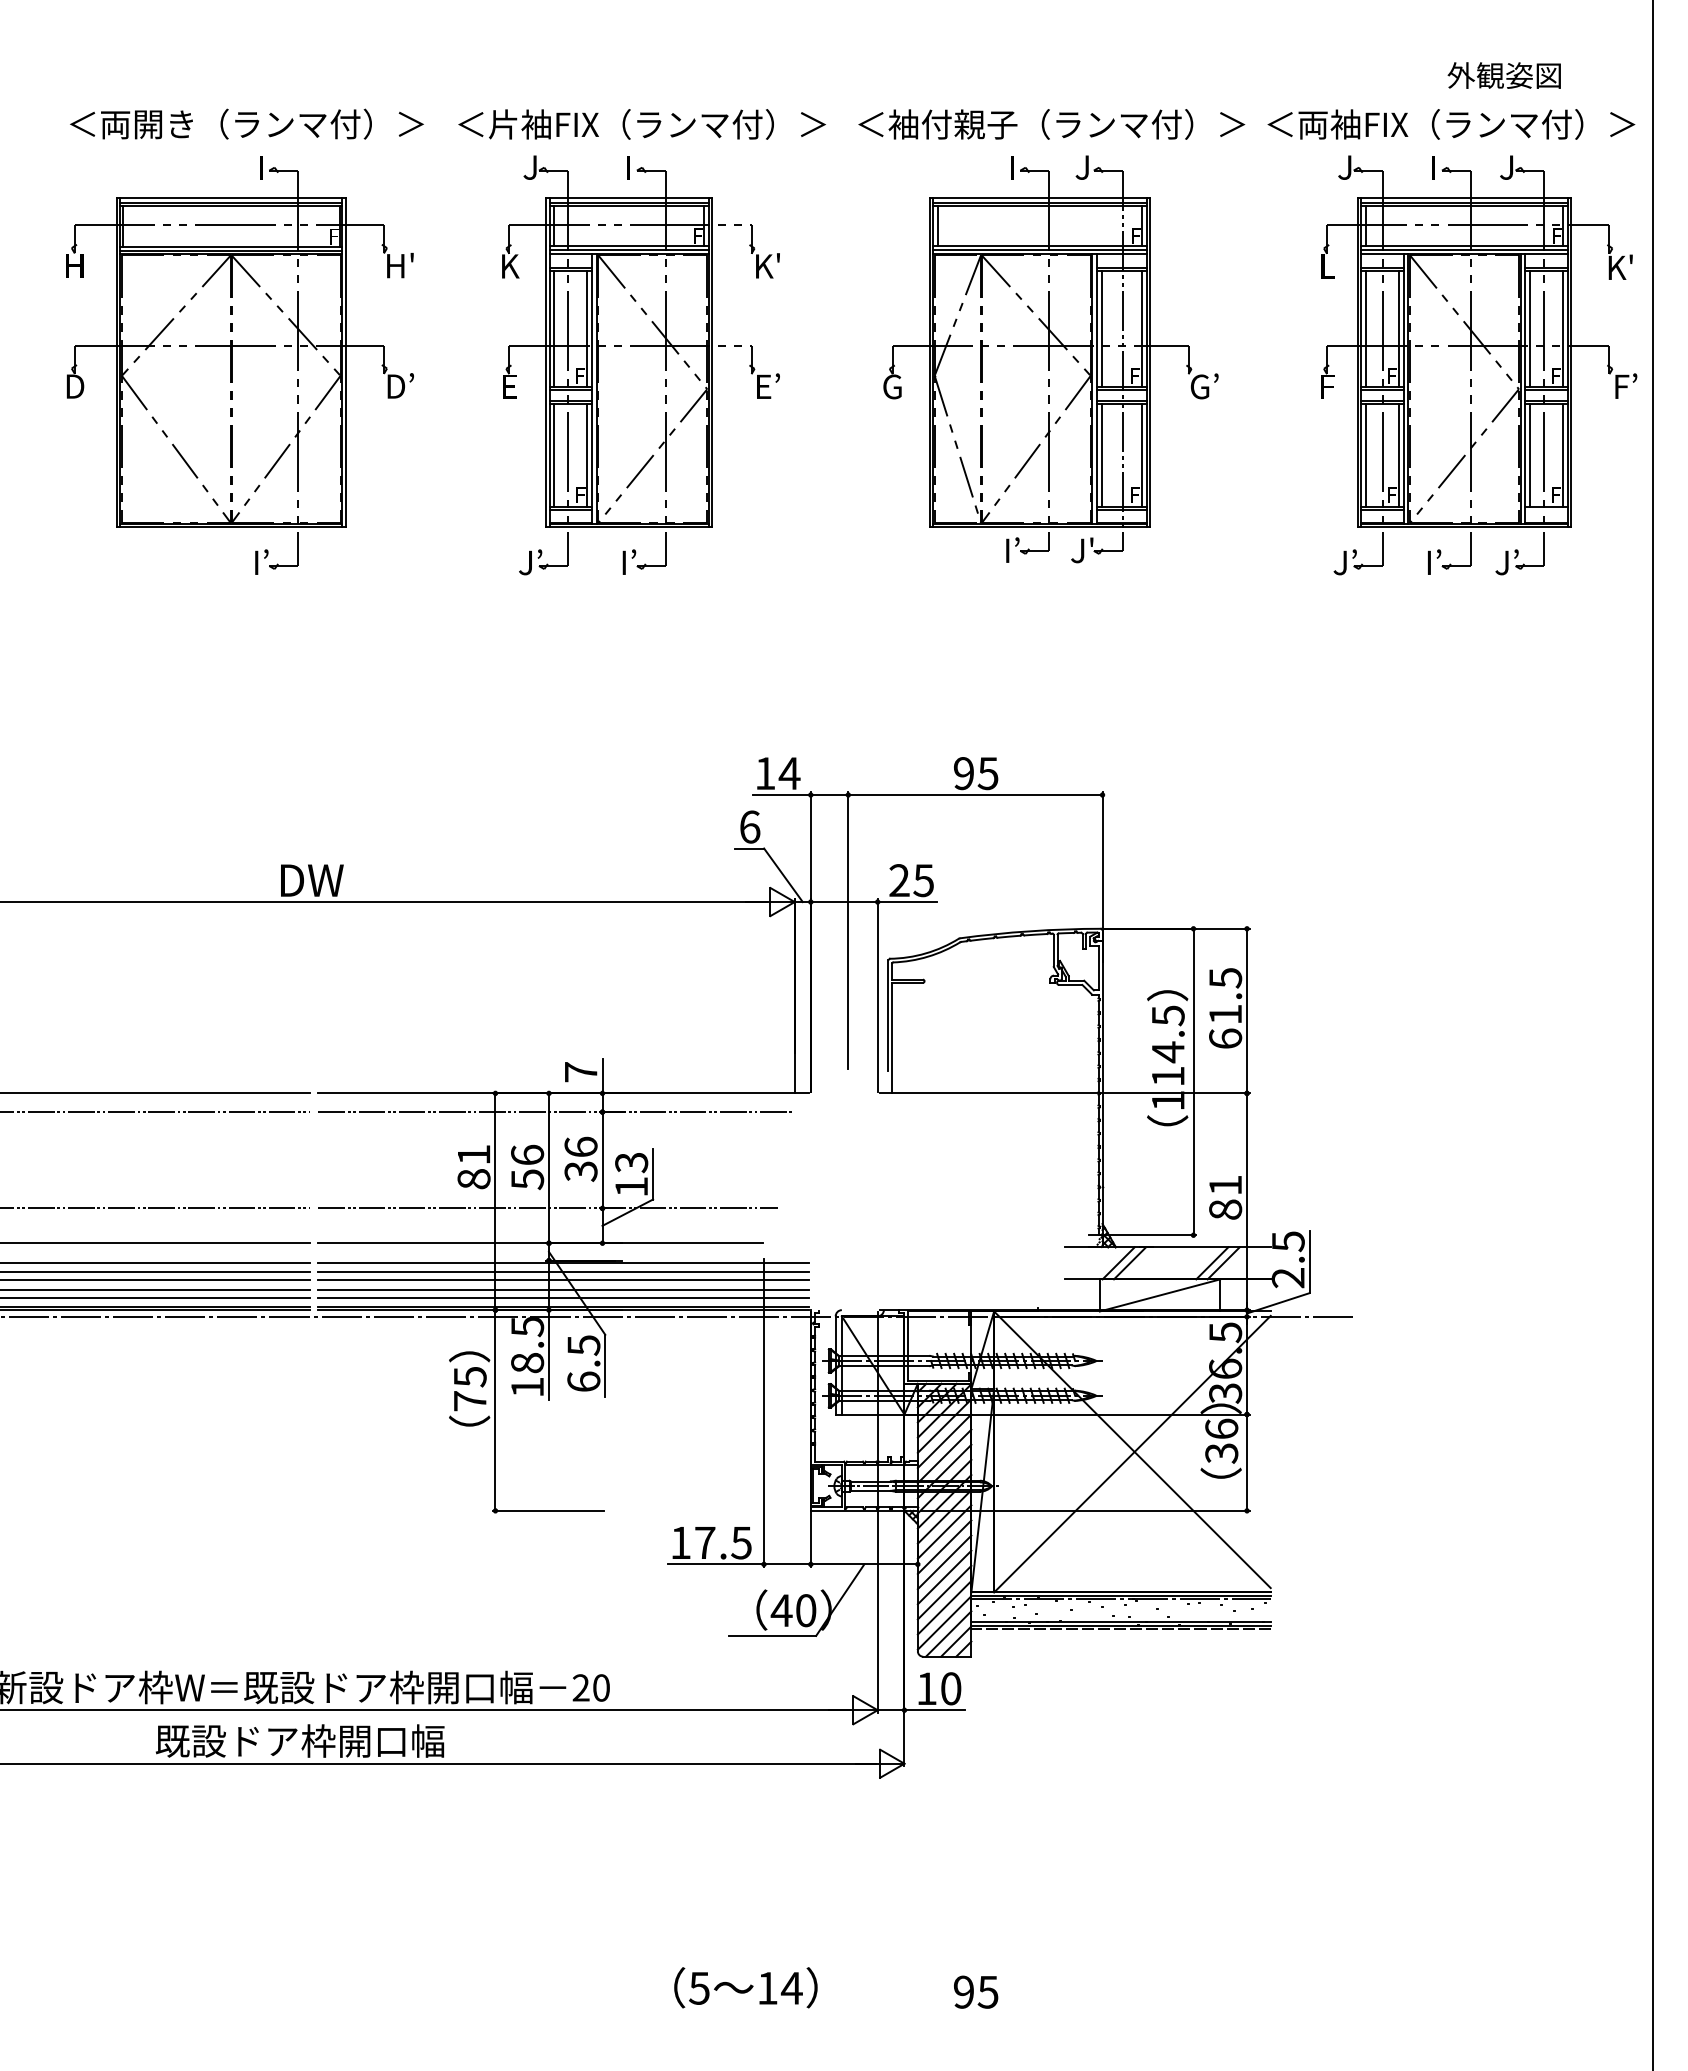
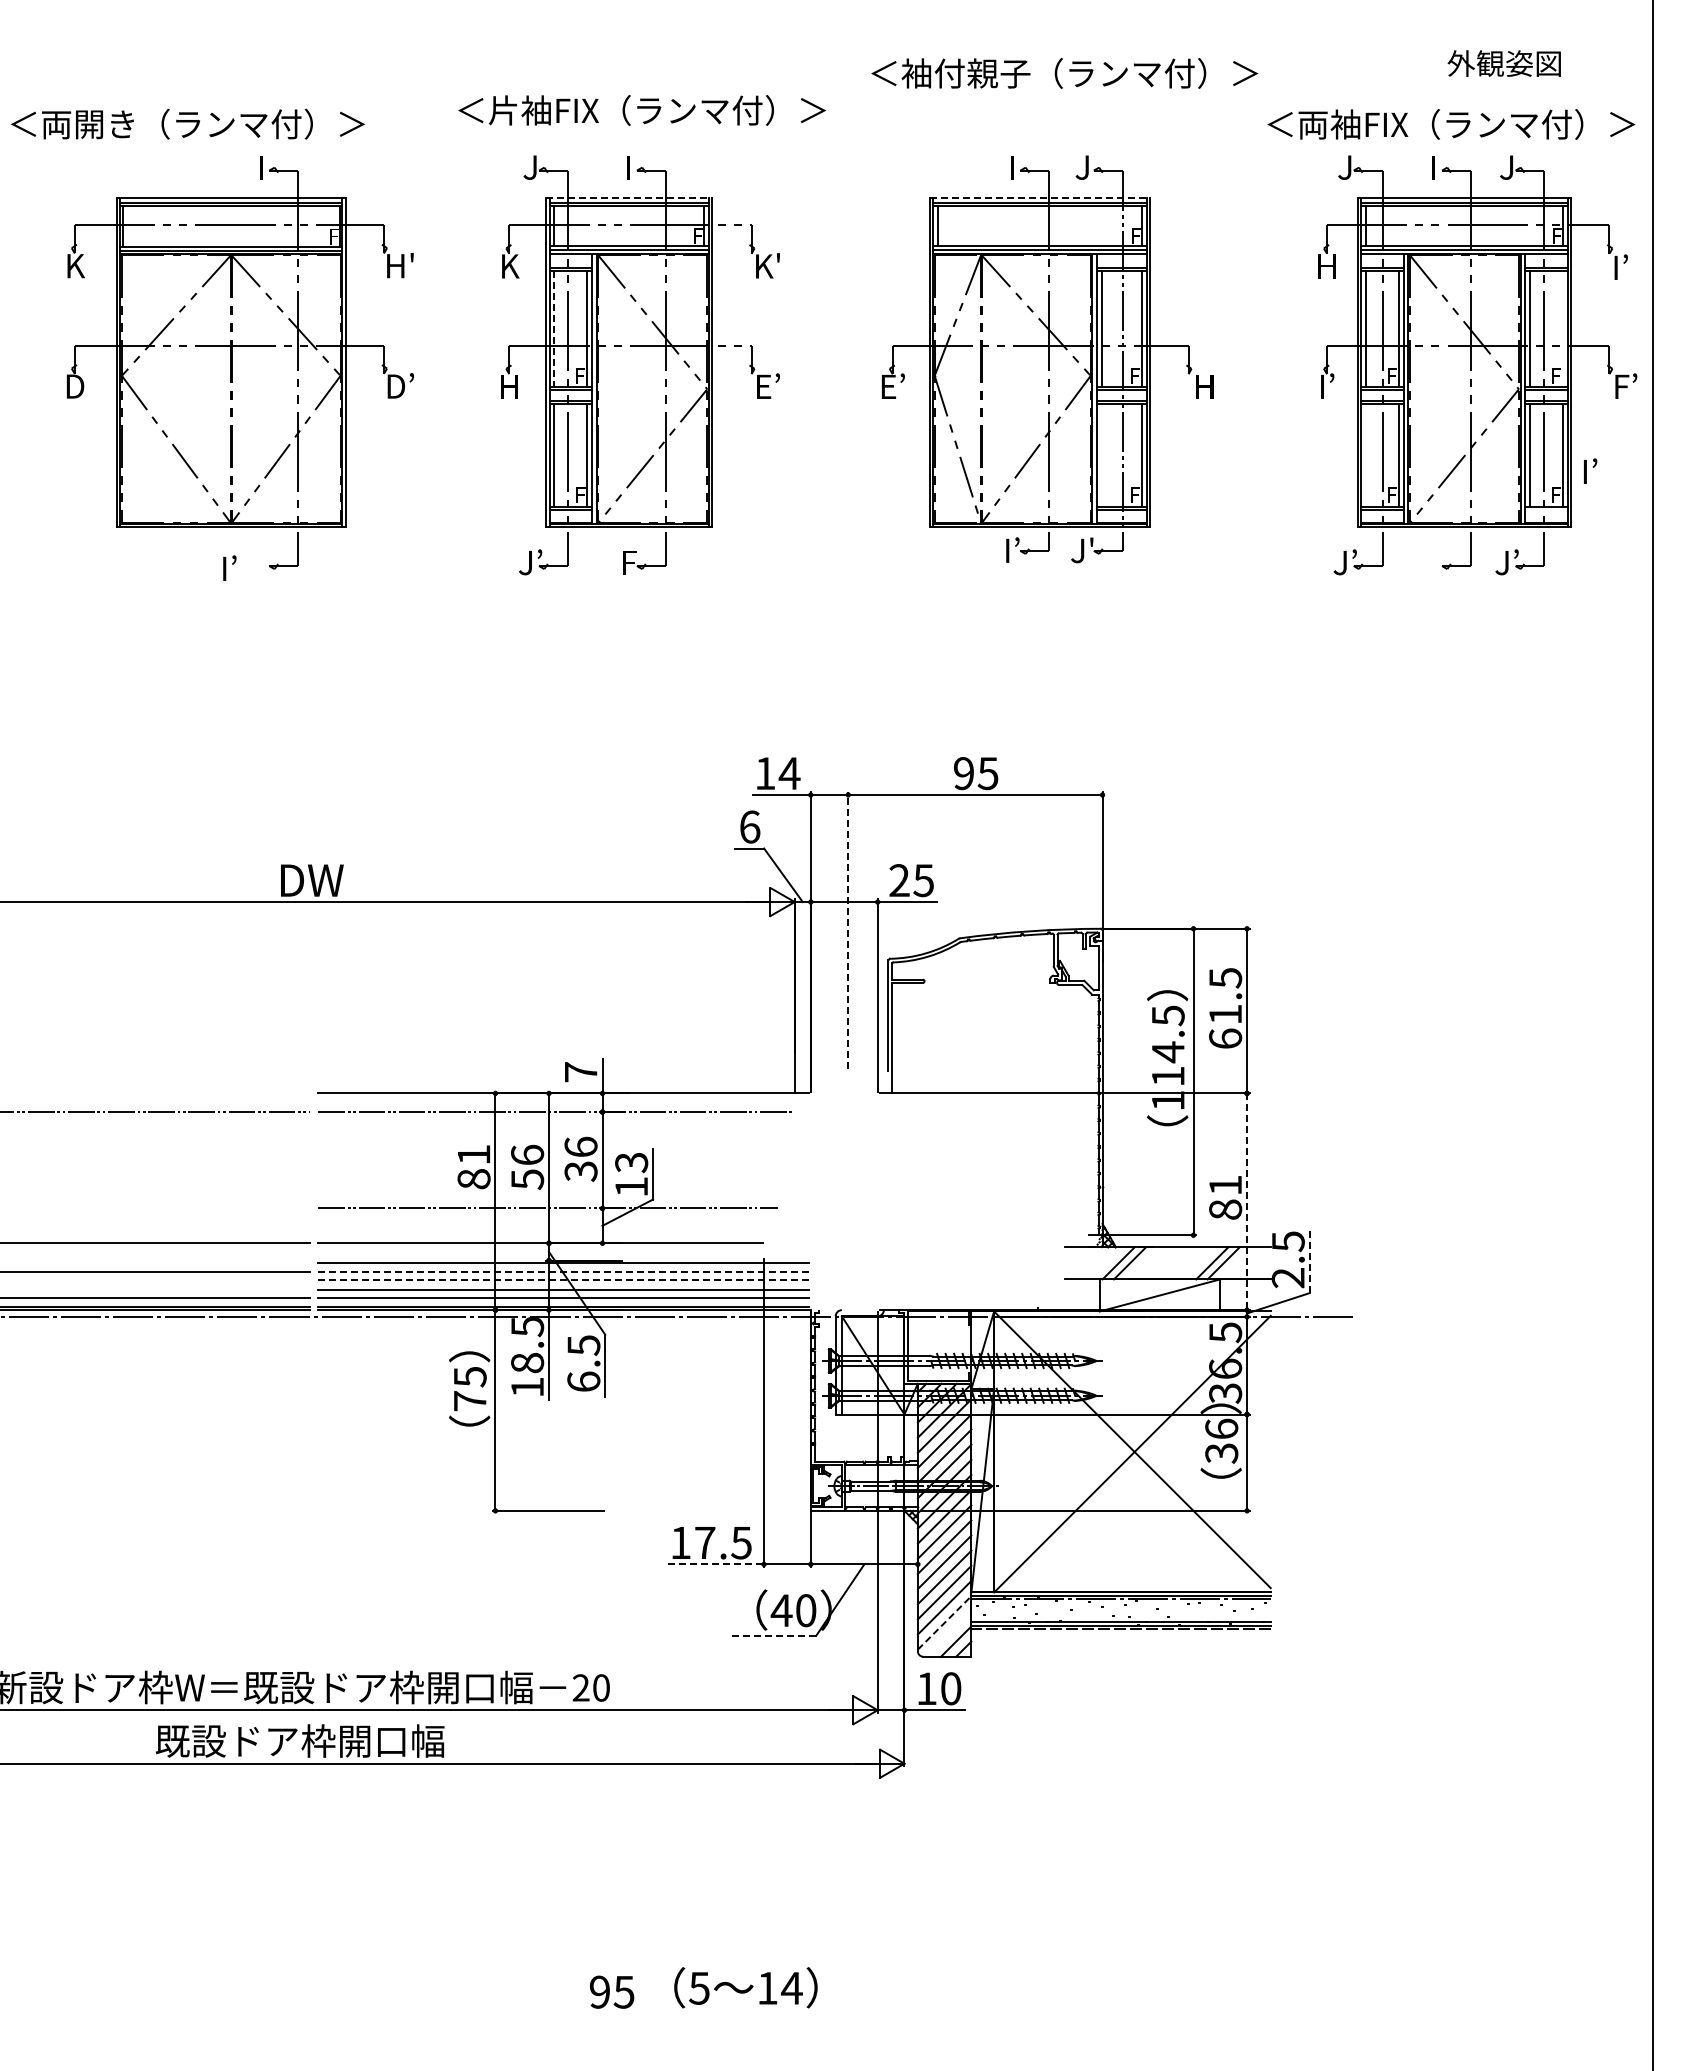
text at (1503, 75) position: (1503, 75) -> (1503, 63)
text at (246, 123) position: (246, 123) -> (187, 123)
text at (641, 124) position: (641, 124) -> (641, 110)
text at (1051, 124) position: (1051, 124) -> (1064, 73)
line at (629, 197): solid -> dashed
line at (1040, 197): solid -> dashed
text at (75, 266): H -> K
text at (1326, 266): L -> H
text at (1620, 266): K' -> I’
line at (1562, 328): present -> none
line at (554, 329): solid -> dashed
text at (1327, 380): F -> I’
text at (509, 386): E -> H
text at (892, 386): G -> E’
text at (1204, 386): G’ -> H
line at (1101, 454): present -> none
line at (1366, 454): present -> none
text at (261, 561) position: (261, 561) -> (229, 567)
text at (629, 561): I’ -> F
text at (1434, 561) position: (1434, 561) -> (1590, 470)
line at (848, 930): solid -> dashed
line at (156, 1093): present -> none
line at (1247, 1202): solid -> dashed
line at (156, 1208): present -> none
line at (1309, 1261): solid -> dashed
line at (156, 1262): present -> none
line at (563, 1272): solid -> dashed
line at (156, 1280): present -> none
line at (563, 1280): solid -> dashed
line at (156, 1289): present -> none
line at (716, 1564): solid -> dashed
line at (944, 1622): solid -> dashed
line at (948, 1633): present -> none
line at (772, 1635): solid -> dashed
text at (976, 1991) position: (976, 1991) -> (612, 1991)
